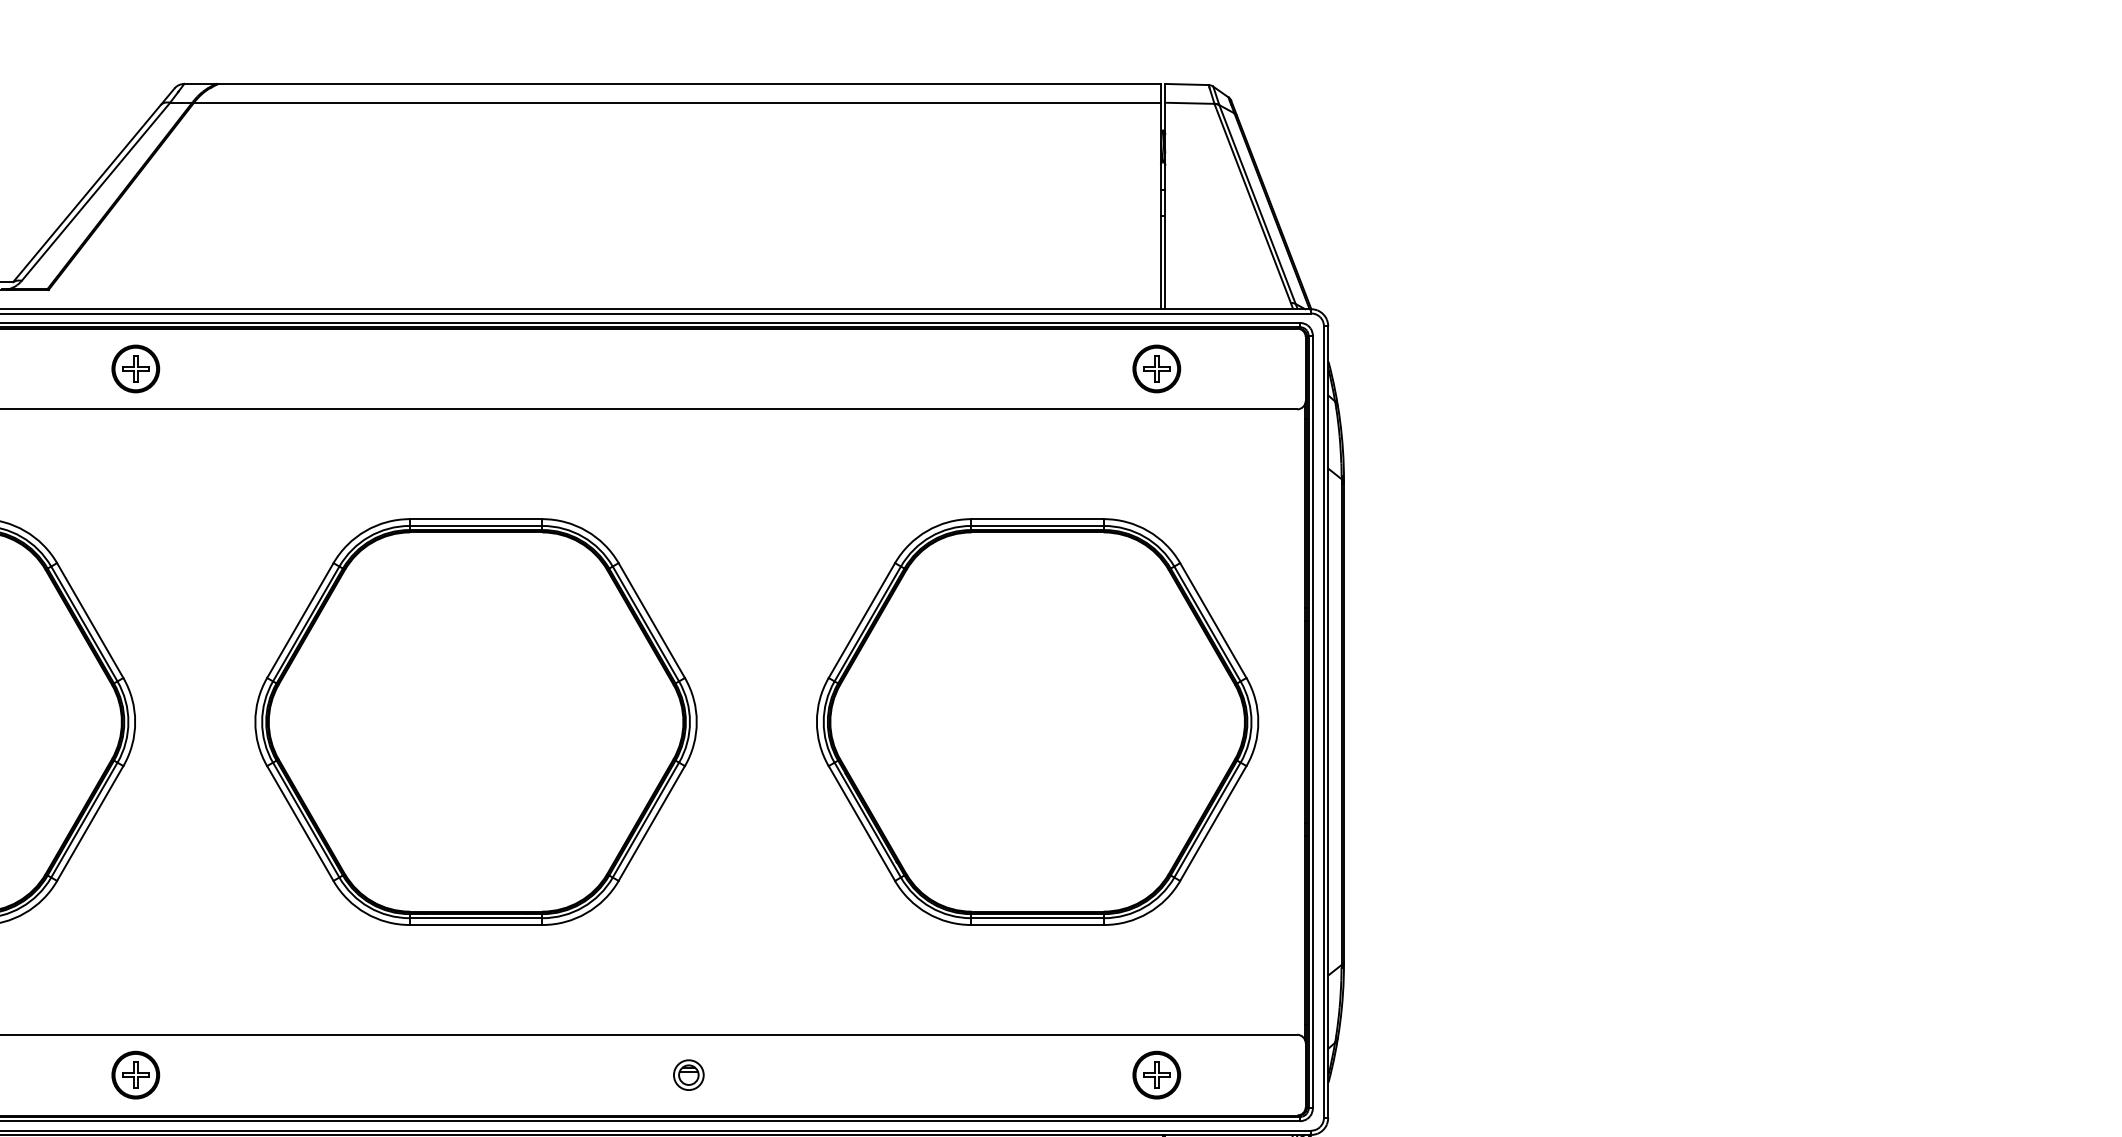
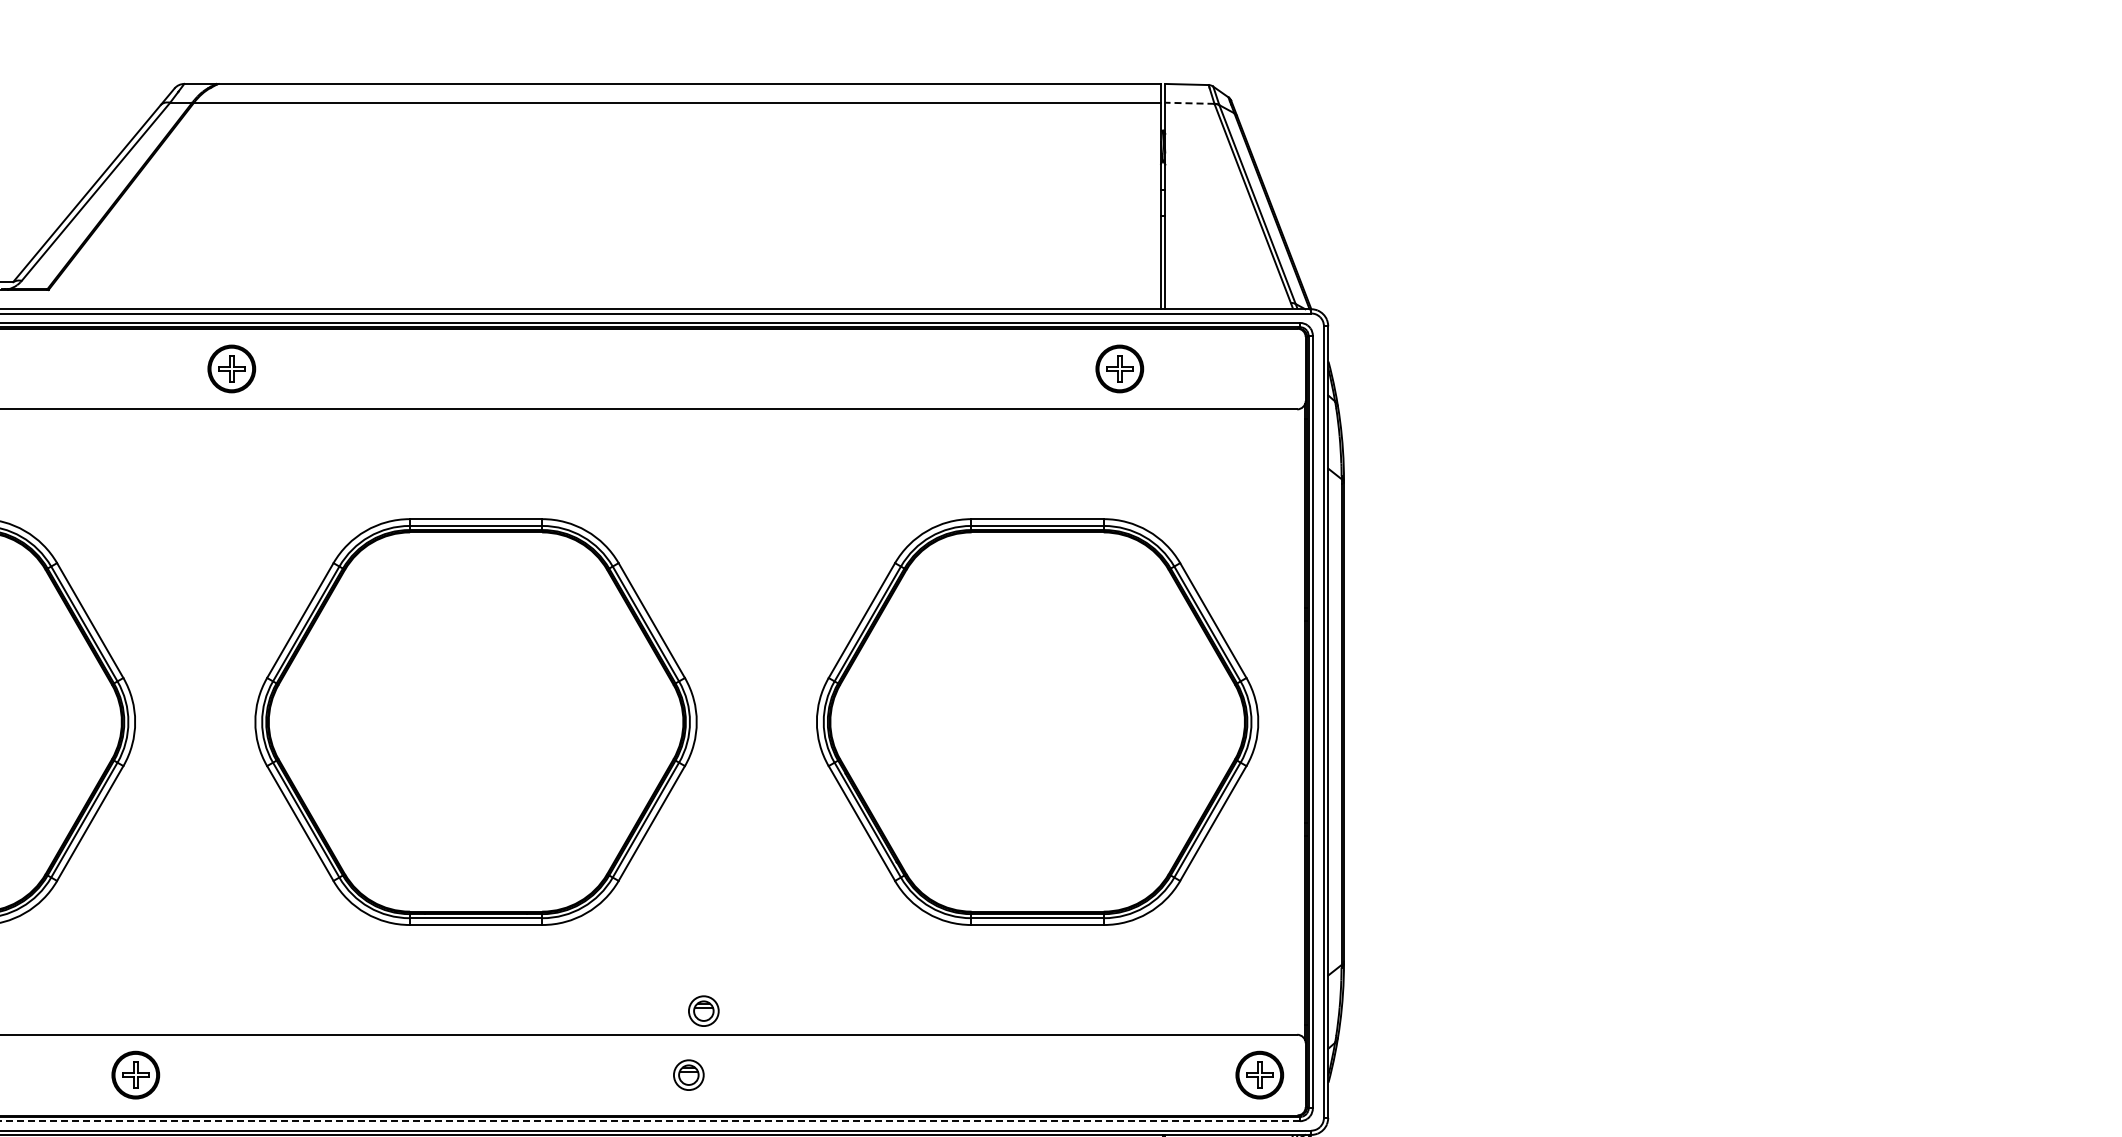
line at (1189, 103): solid -> dashed
part at (135, 368) position: (135, 368) -> (231, 368)
part at (1156, 368) position: (1156, 368) -> (1119, 368)
part at (703, 1010): none -> present
part at (1156, 1074) position: (1156, 1074) -> (1259, 1074)
line at (650, 1121): solid -> dashed
